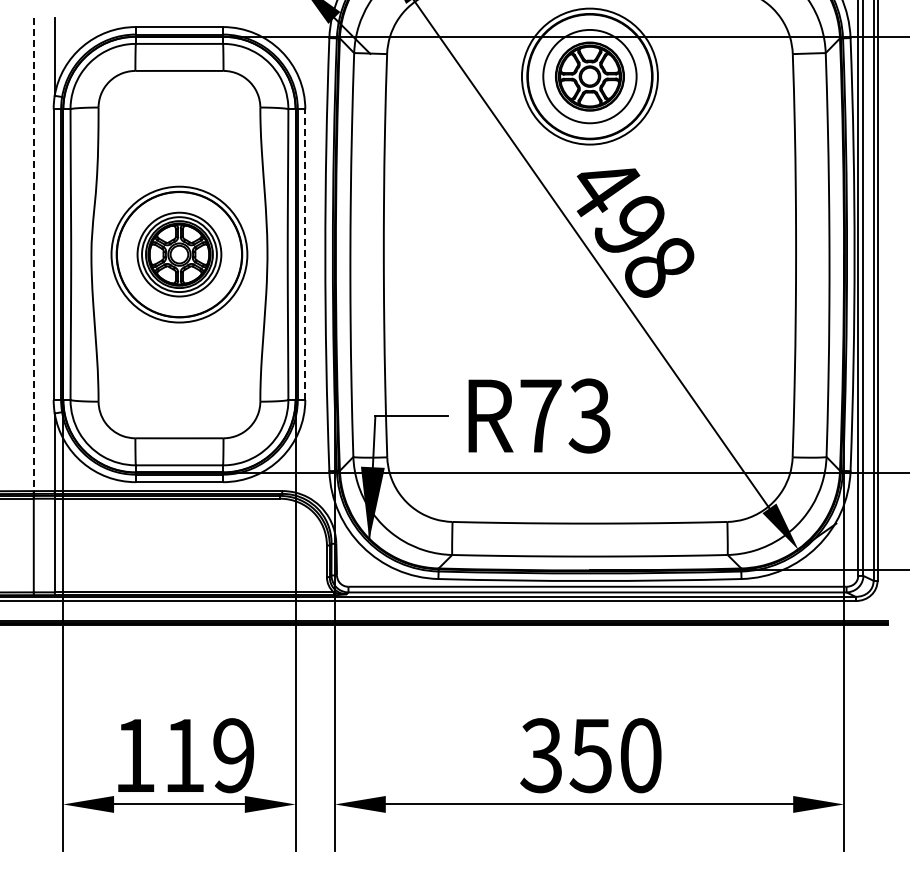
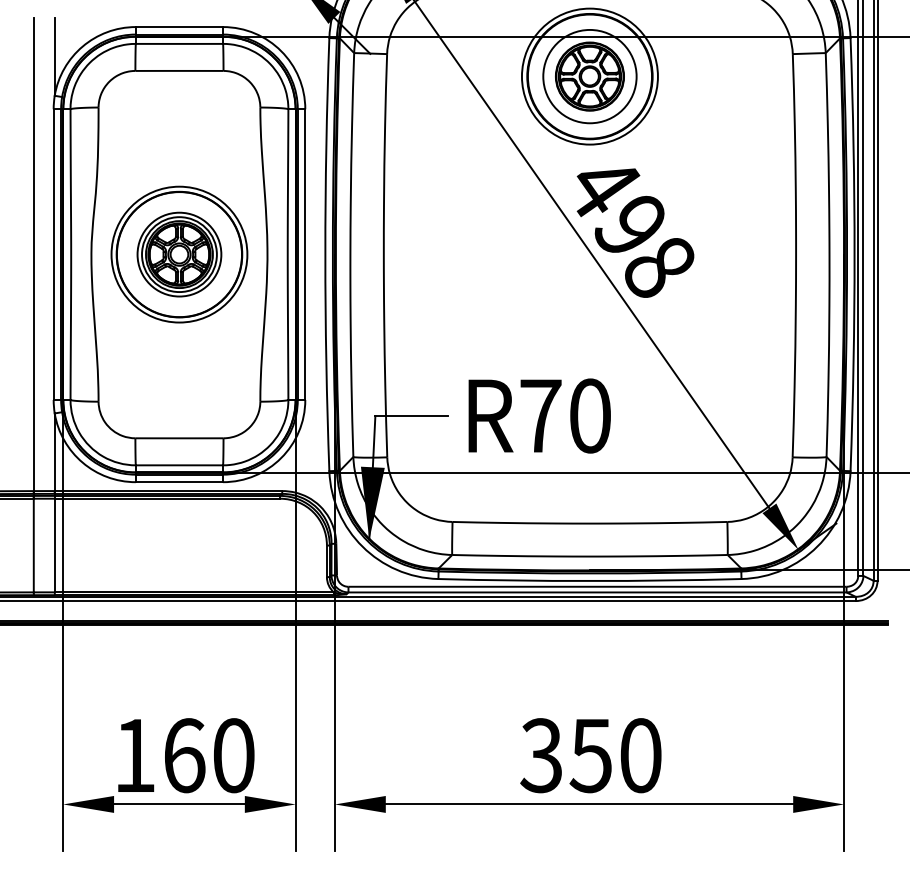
line at (305, 254): dashed -> solid
line at (33, 255): dashed -> solid
text at (589, 415): R73 -> R70
text at (209, 755): 119 -> 160
